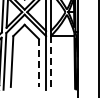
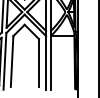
line at (38, 62): dashed -> solid
line at (50, 62): dashed -> solid
